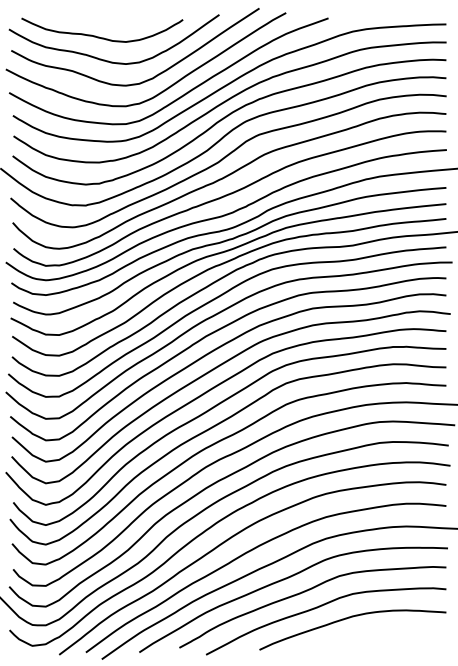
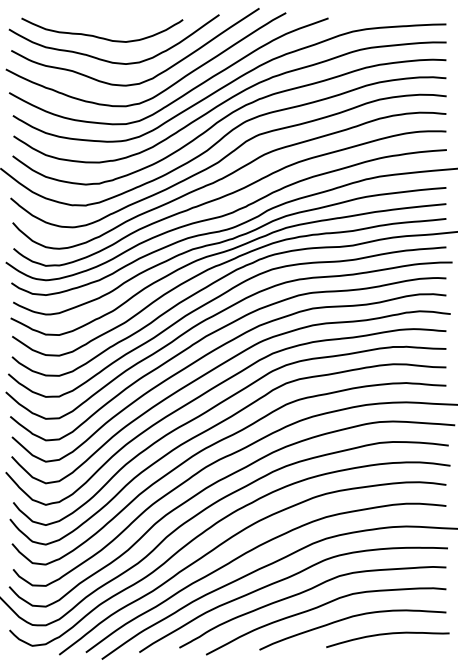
curve at (387, 634): none -> present
